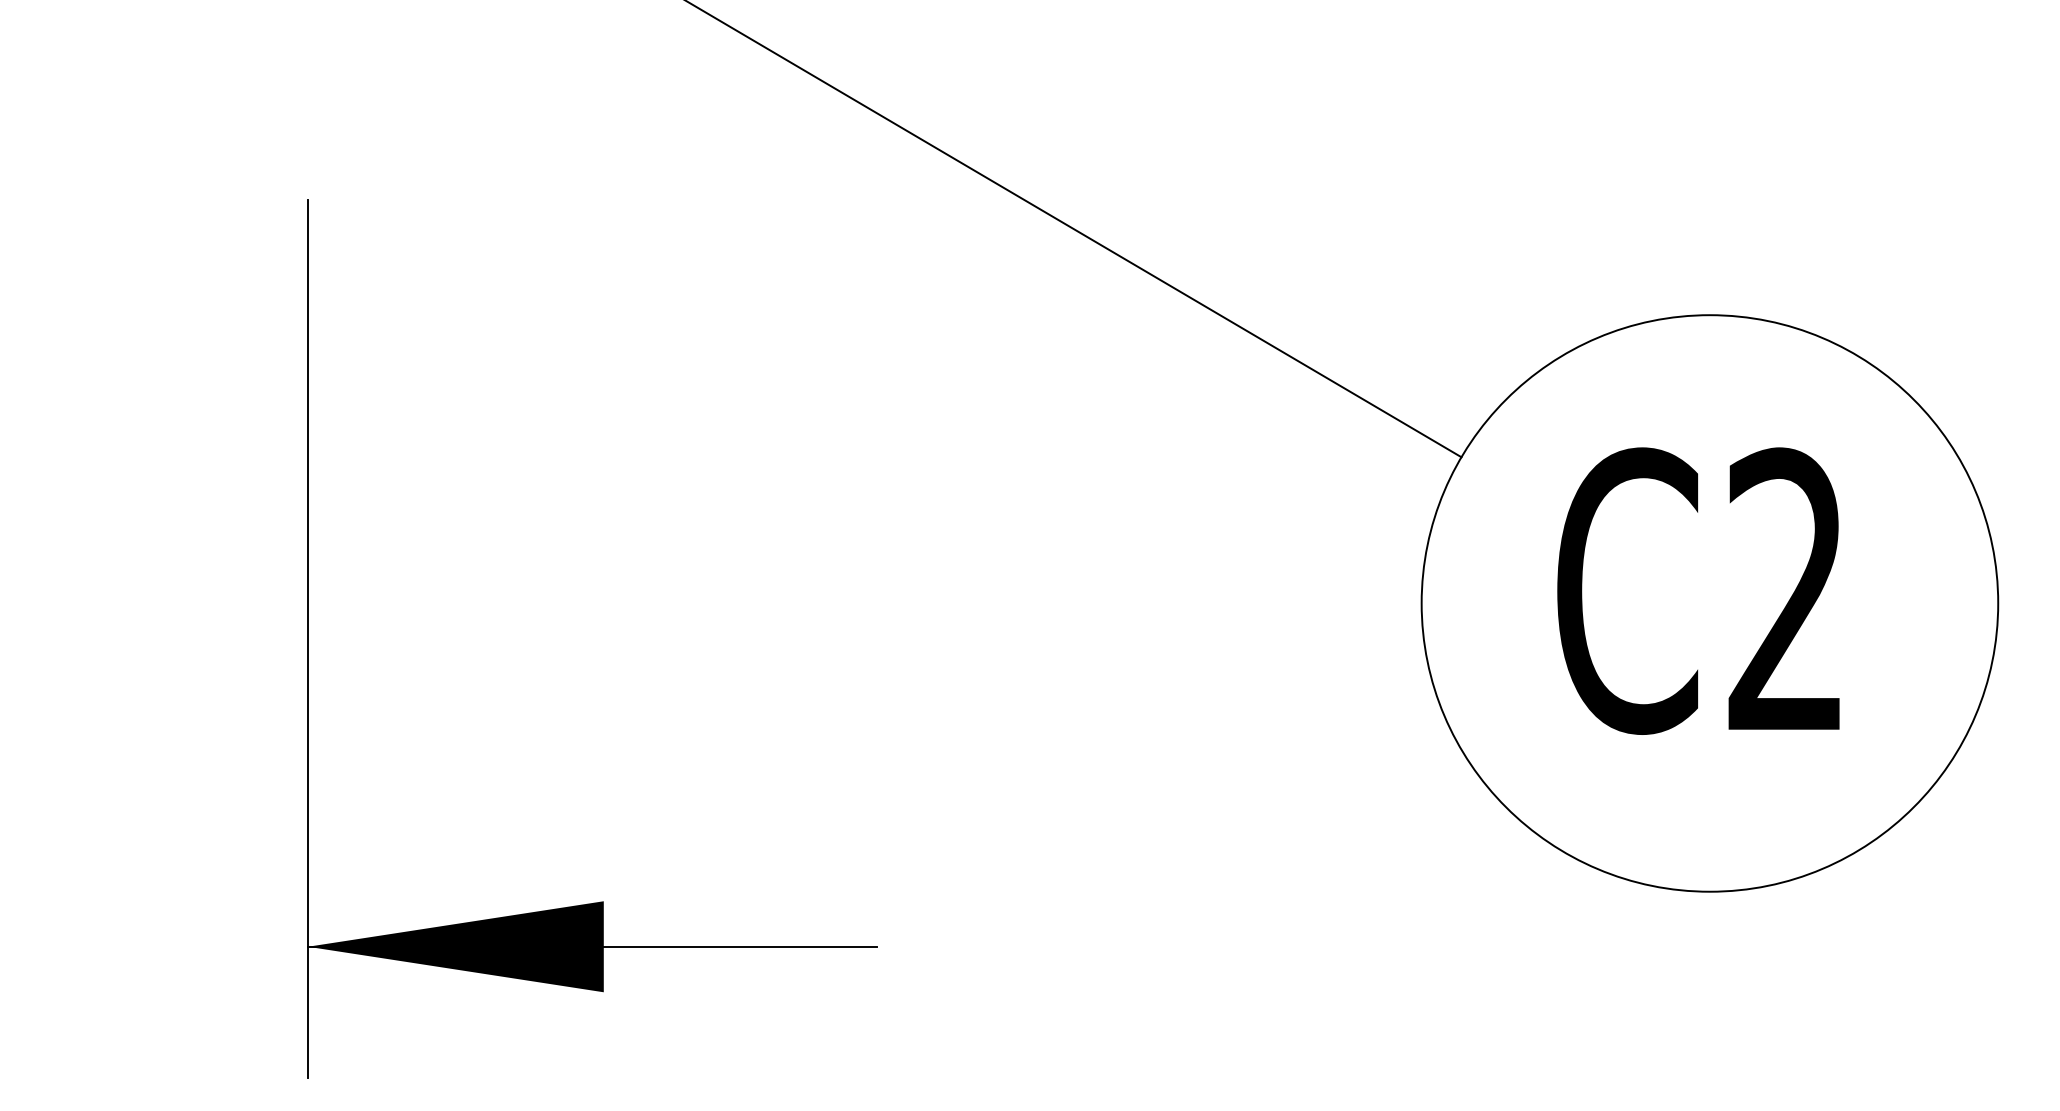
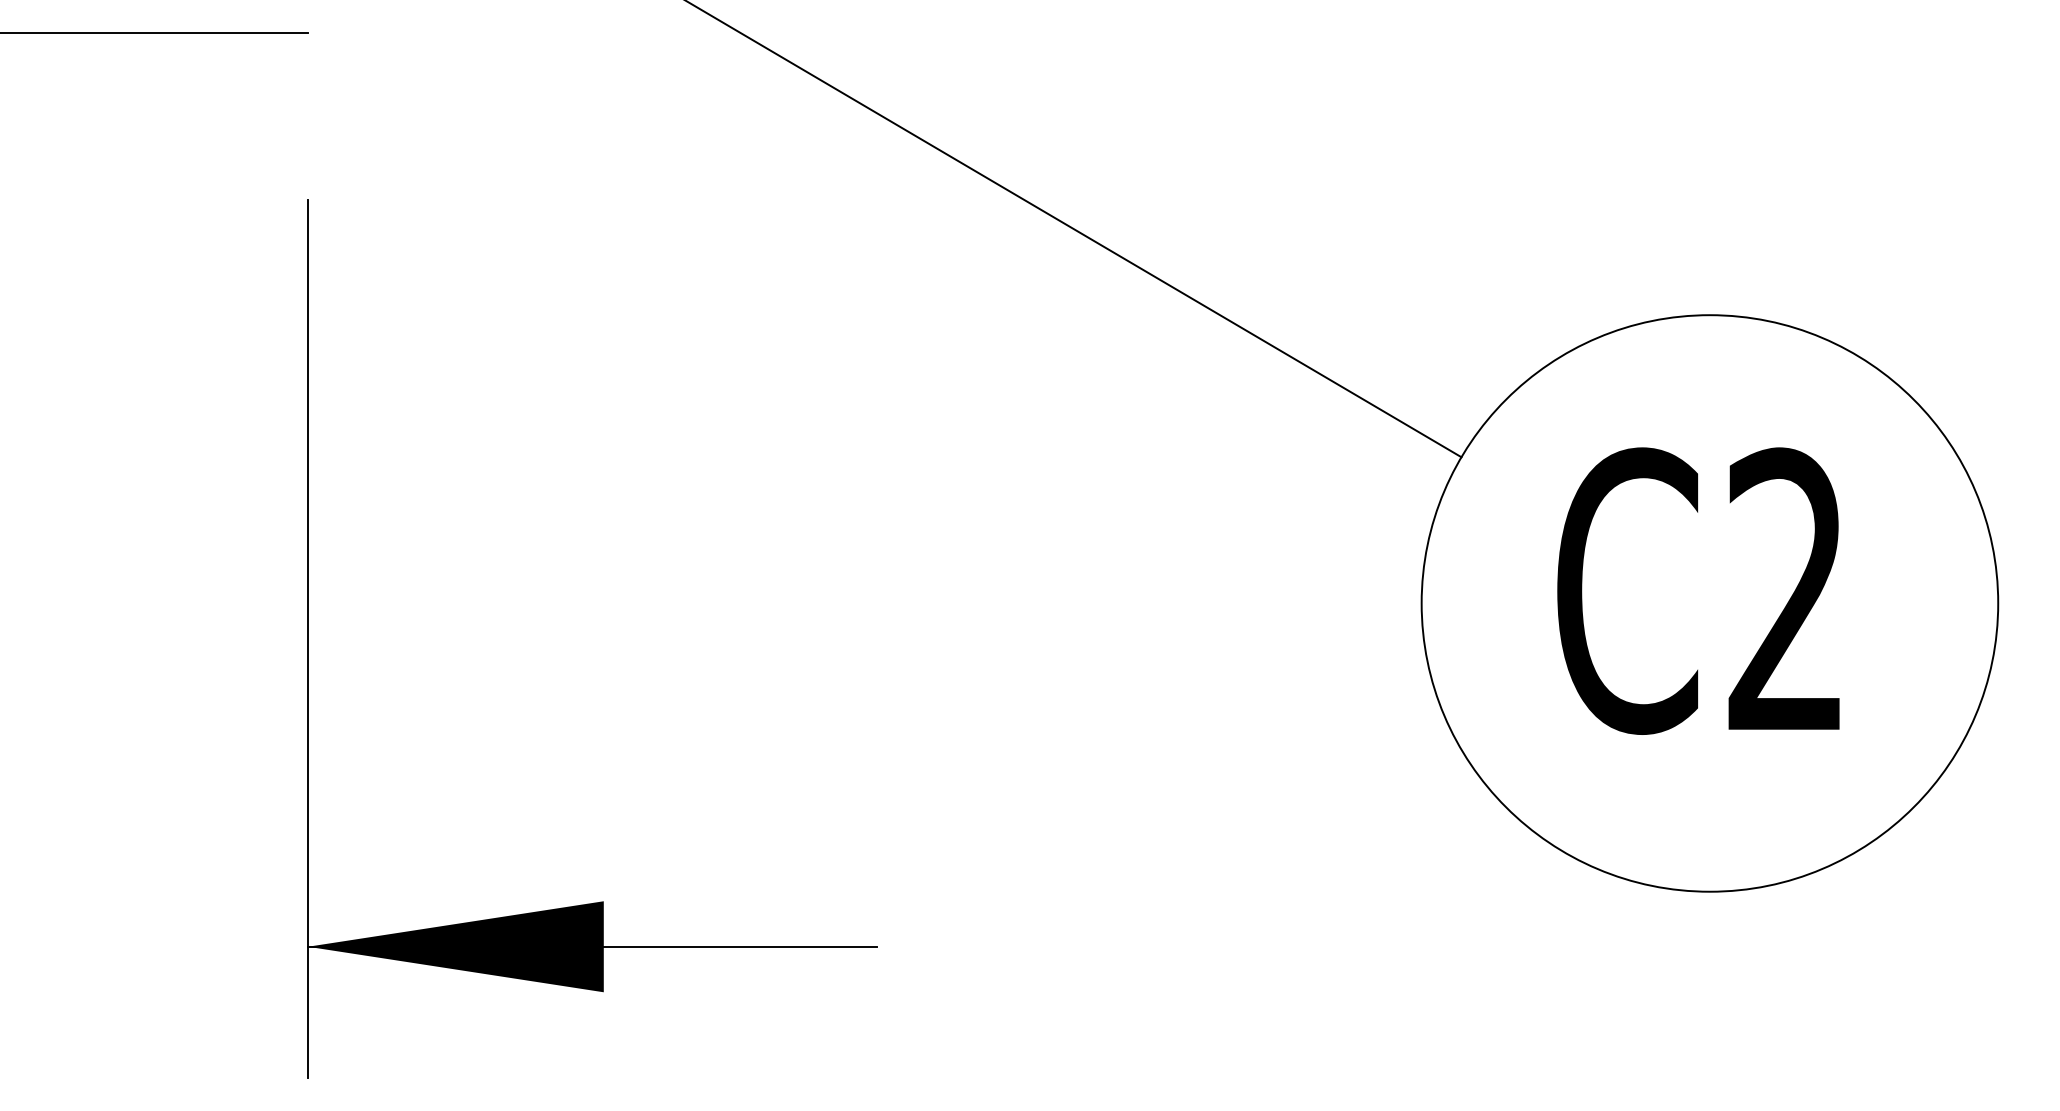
line at (154, 33): none -> present
